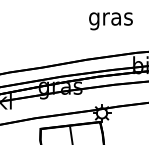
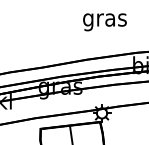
text at (110, 21) position: (110, 21) -> (104, 22)
